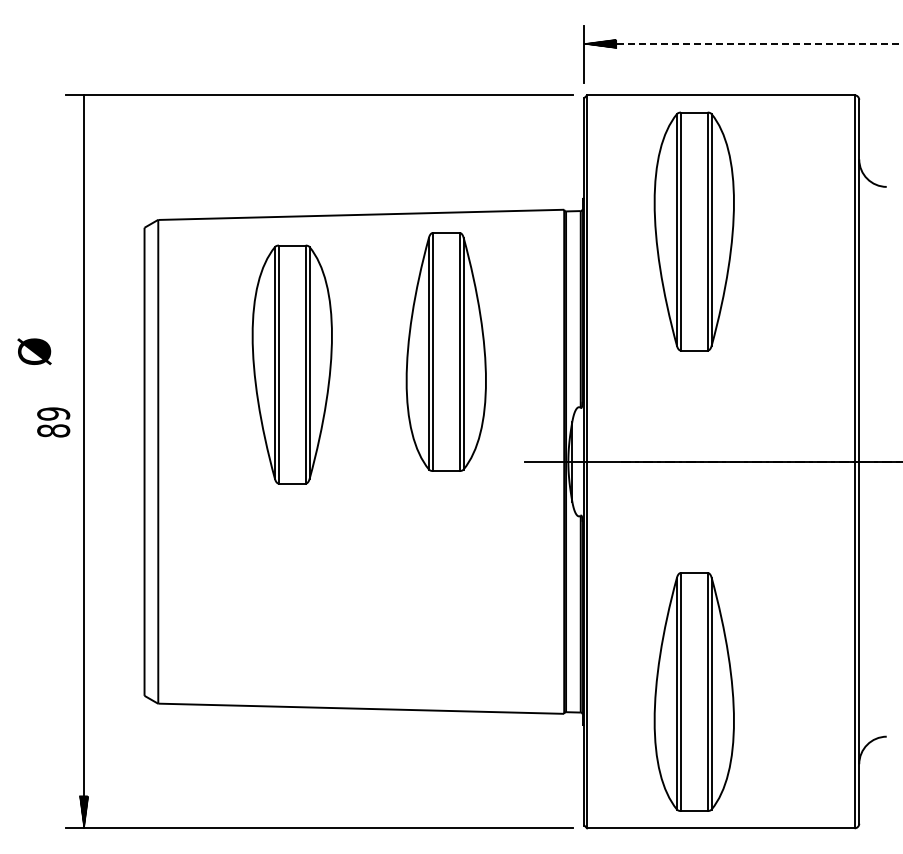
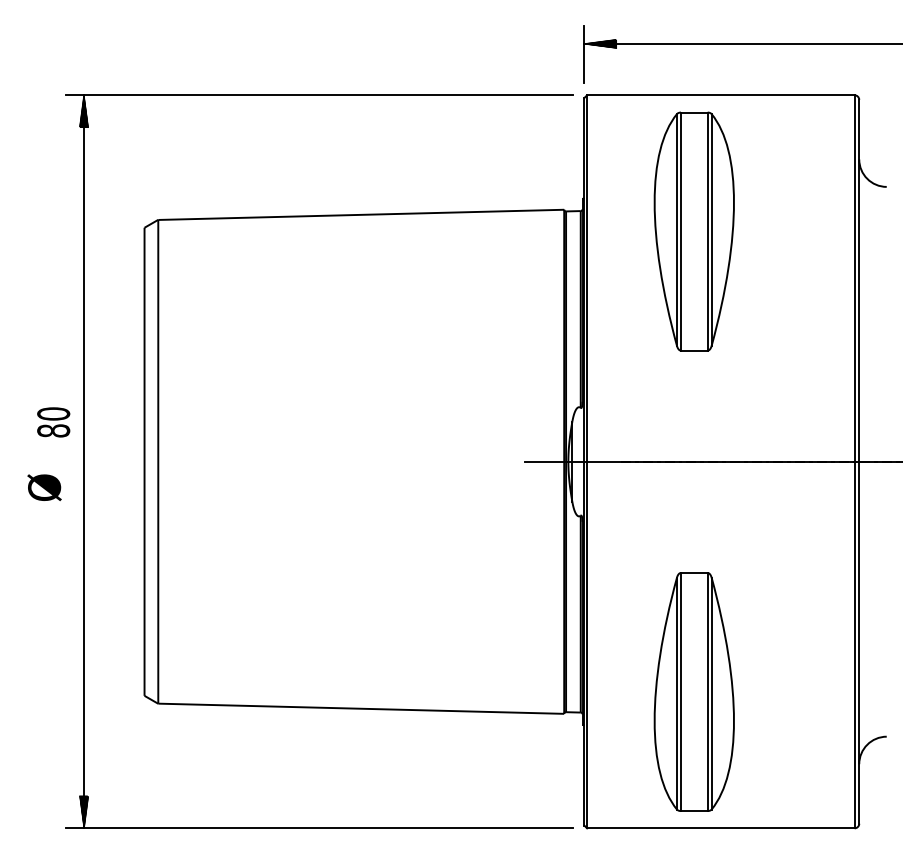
line at (743, 43): dashed -> solid
hatch at (83, 111): none -> present
text at (34, 351) position: (34, 351) -> (44, 487)
part at (445, 351): present -> none
part at (291, 364): present -> none
text at (53, 413): 89 -> 80
